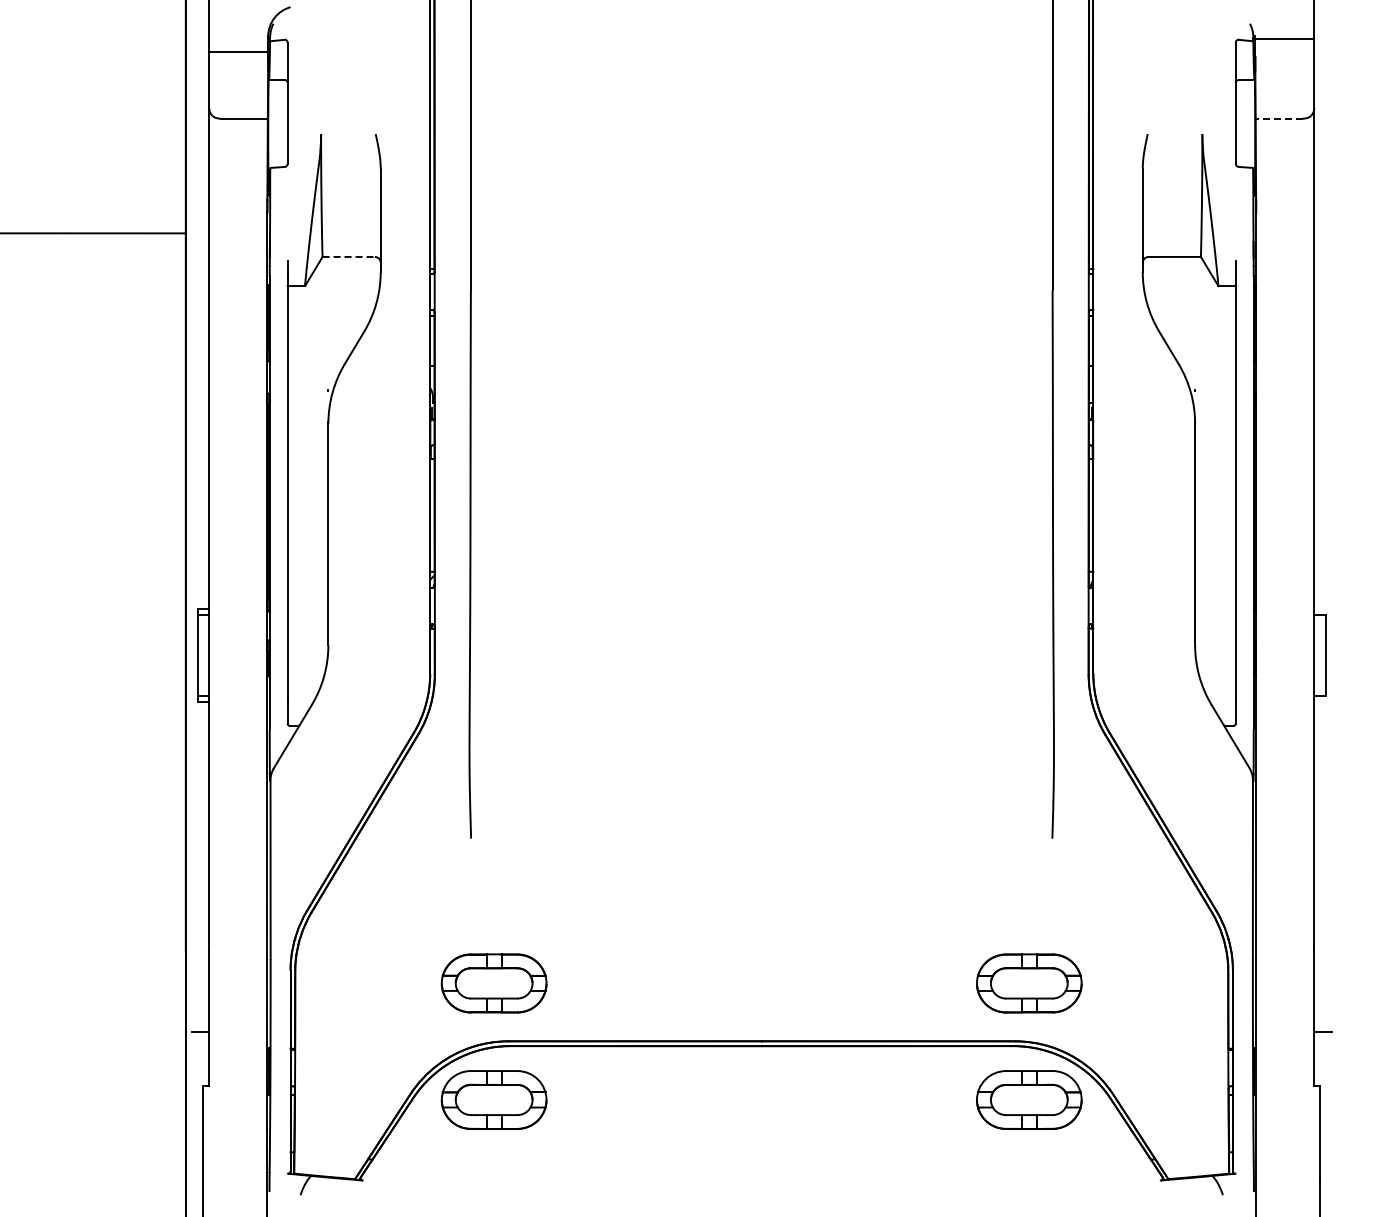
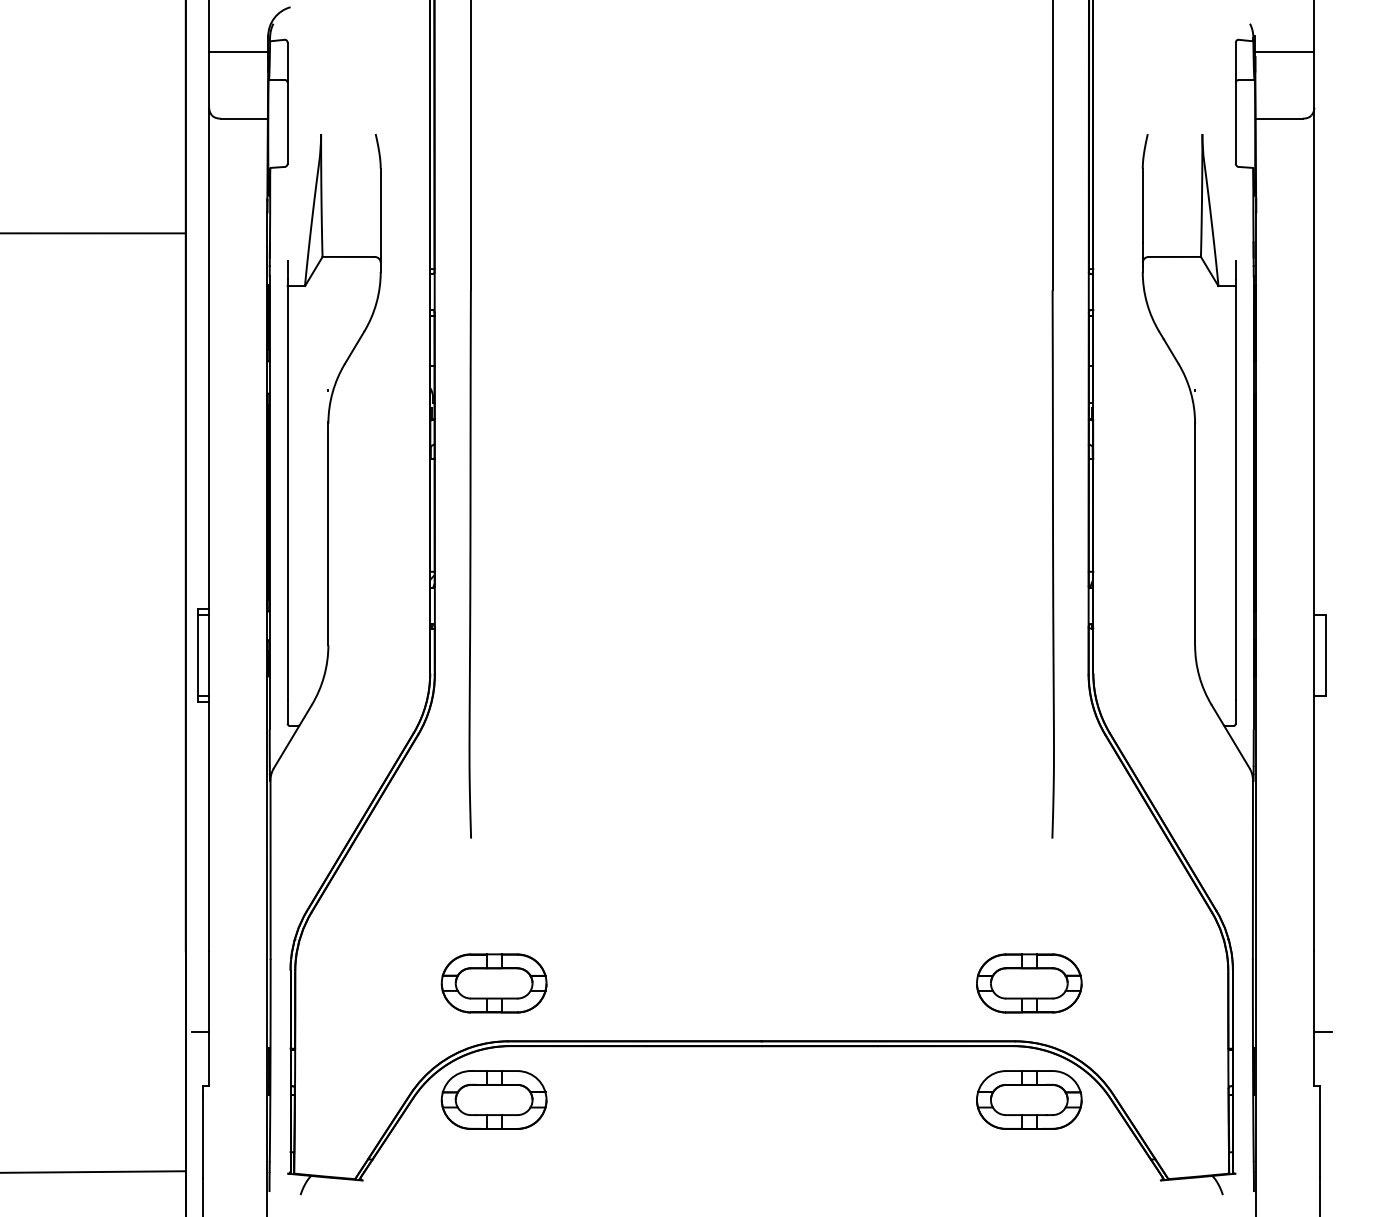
line at (1284, 39) position: (1284, 39) -> (1284, 52)
line at (1279, 118): dashed -> solid
line at (349, 256): dashed -> solid
line at (93, 1171): none -> present
